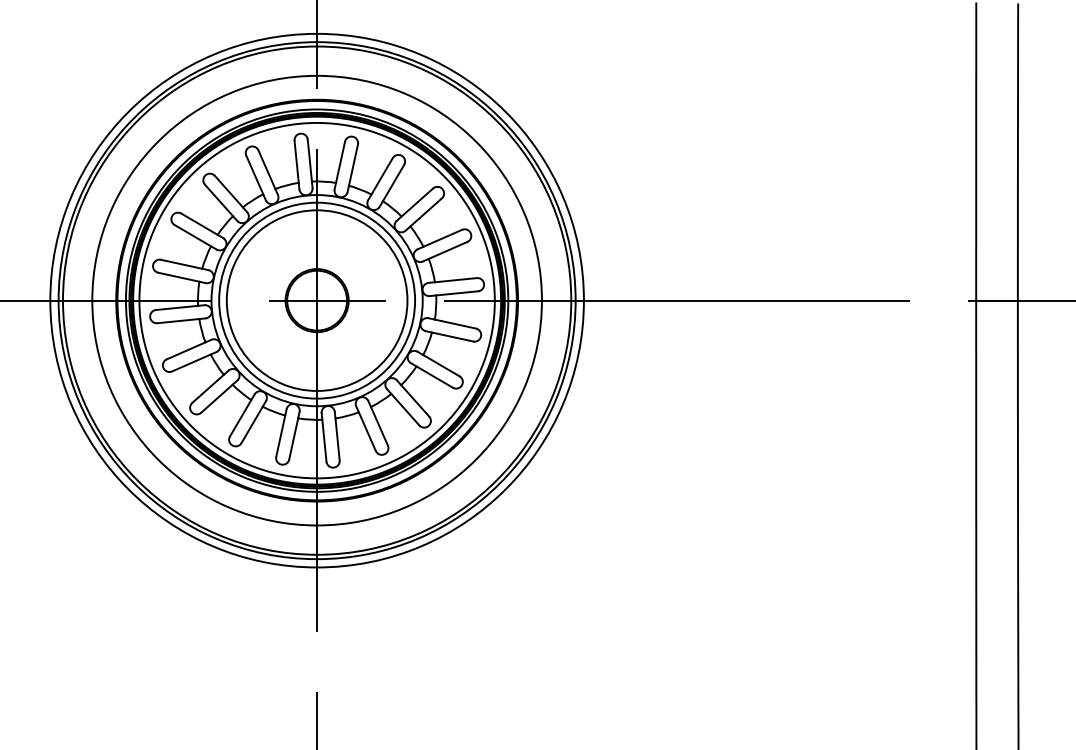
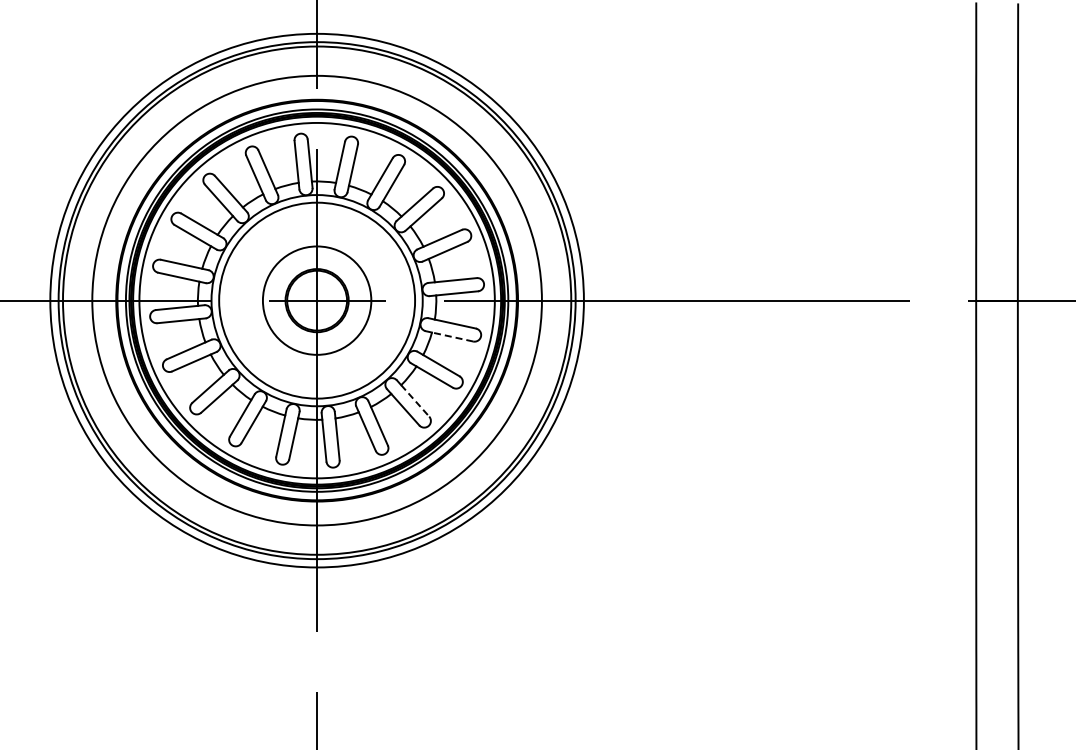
circle at (316, 300) diameter: 181 px -> 108 px
line at (452, 336): solid -> dashed
line at (415, 401): solid -> dashed
